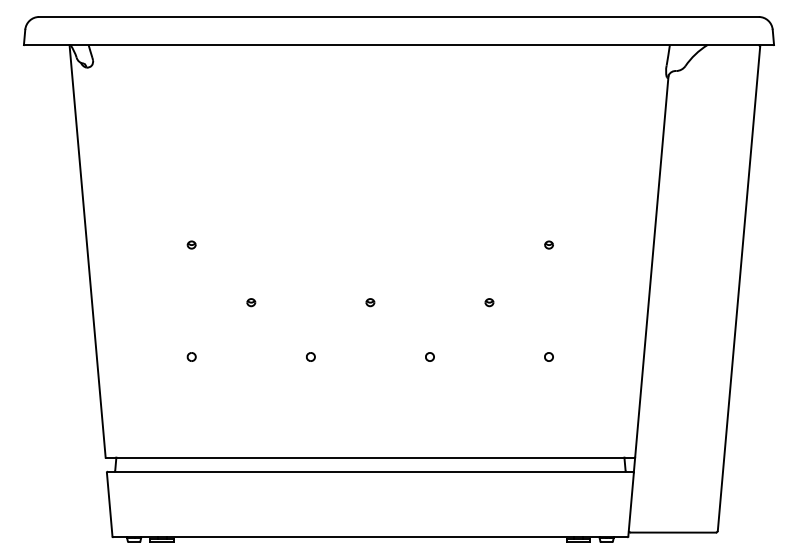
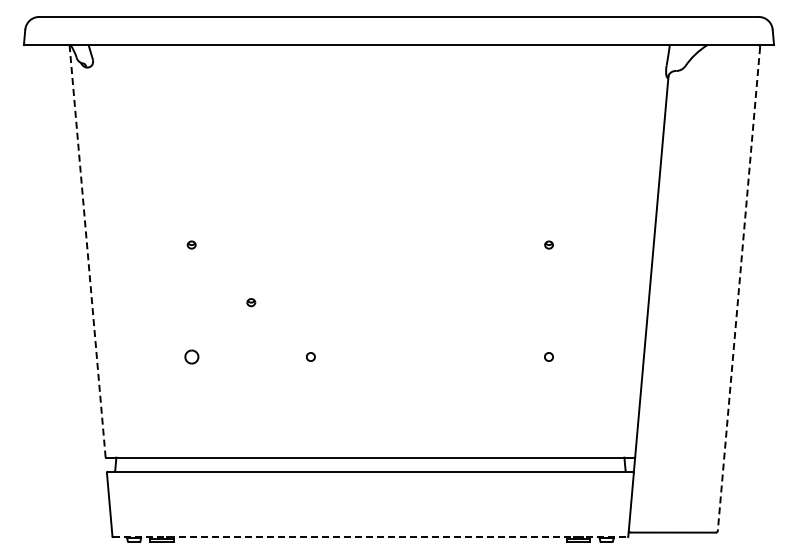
line at (87, 251): solid -> dashed
line at (738, 289): solid -> dashed
part at (370, 302): present -> none
part at (489, 302): present -> none
part at (191, 356) size: 11x10 px -> 16x16 px
part at (429, 356): present -> none
line at (370, 537): solid -> dashed
